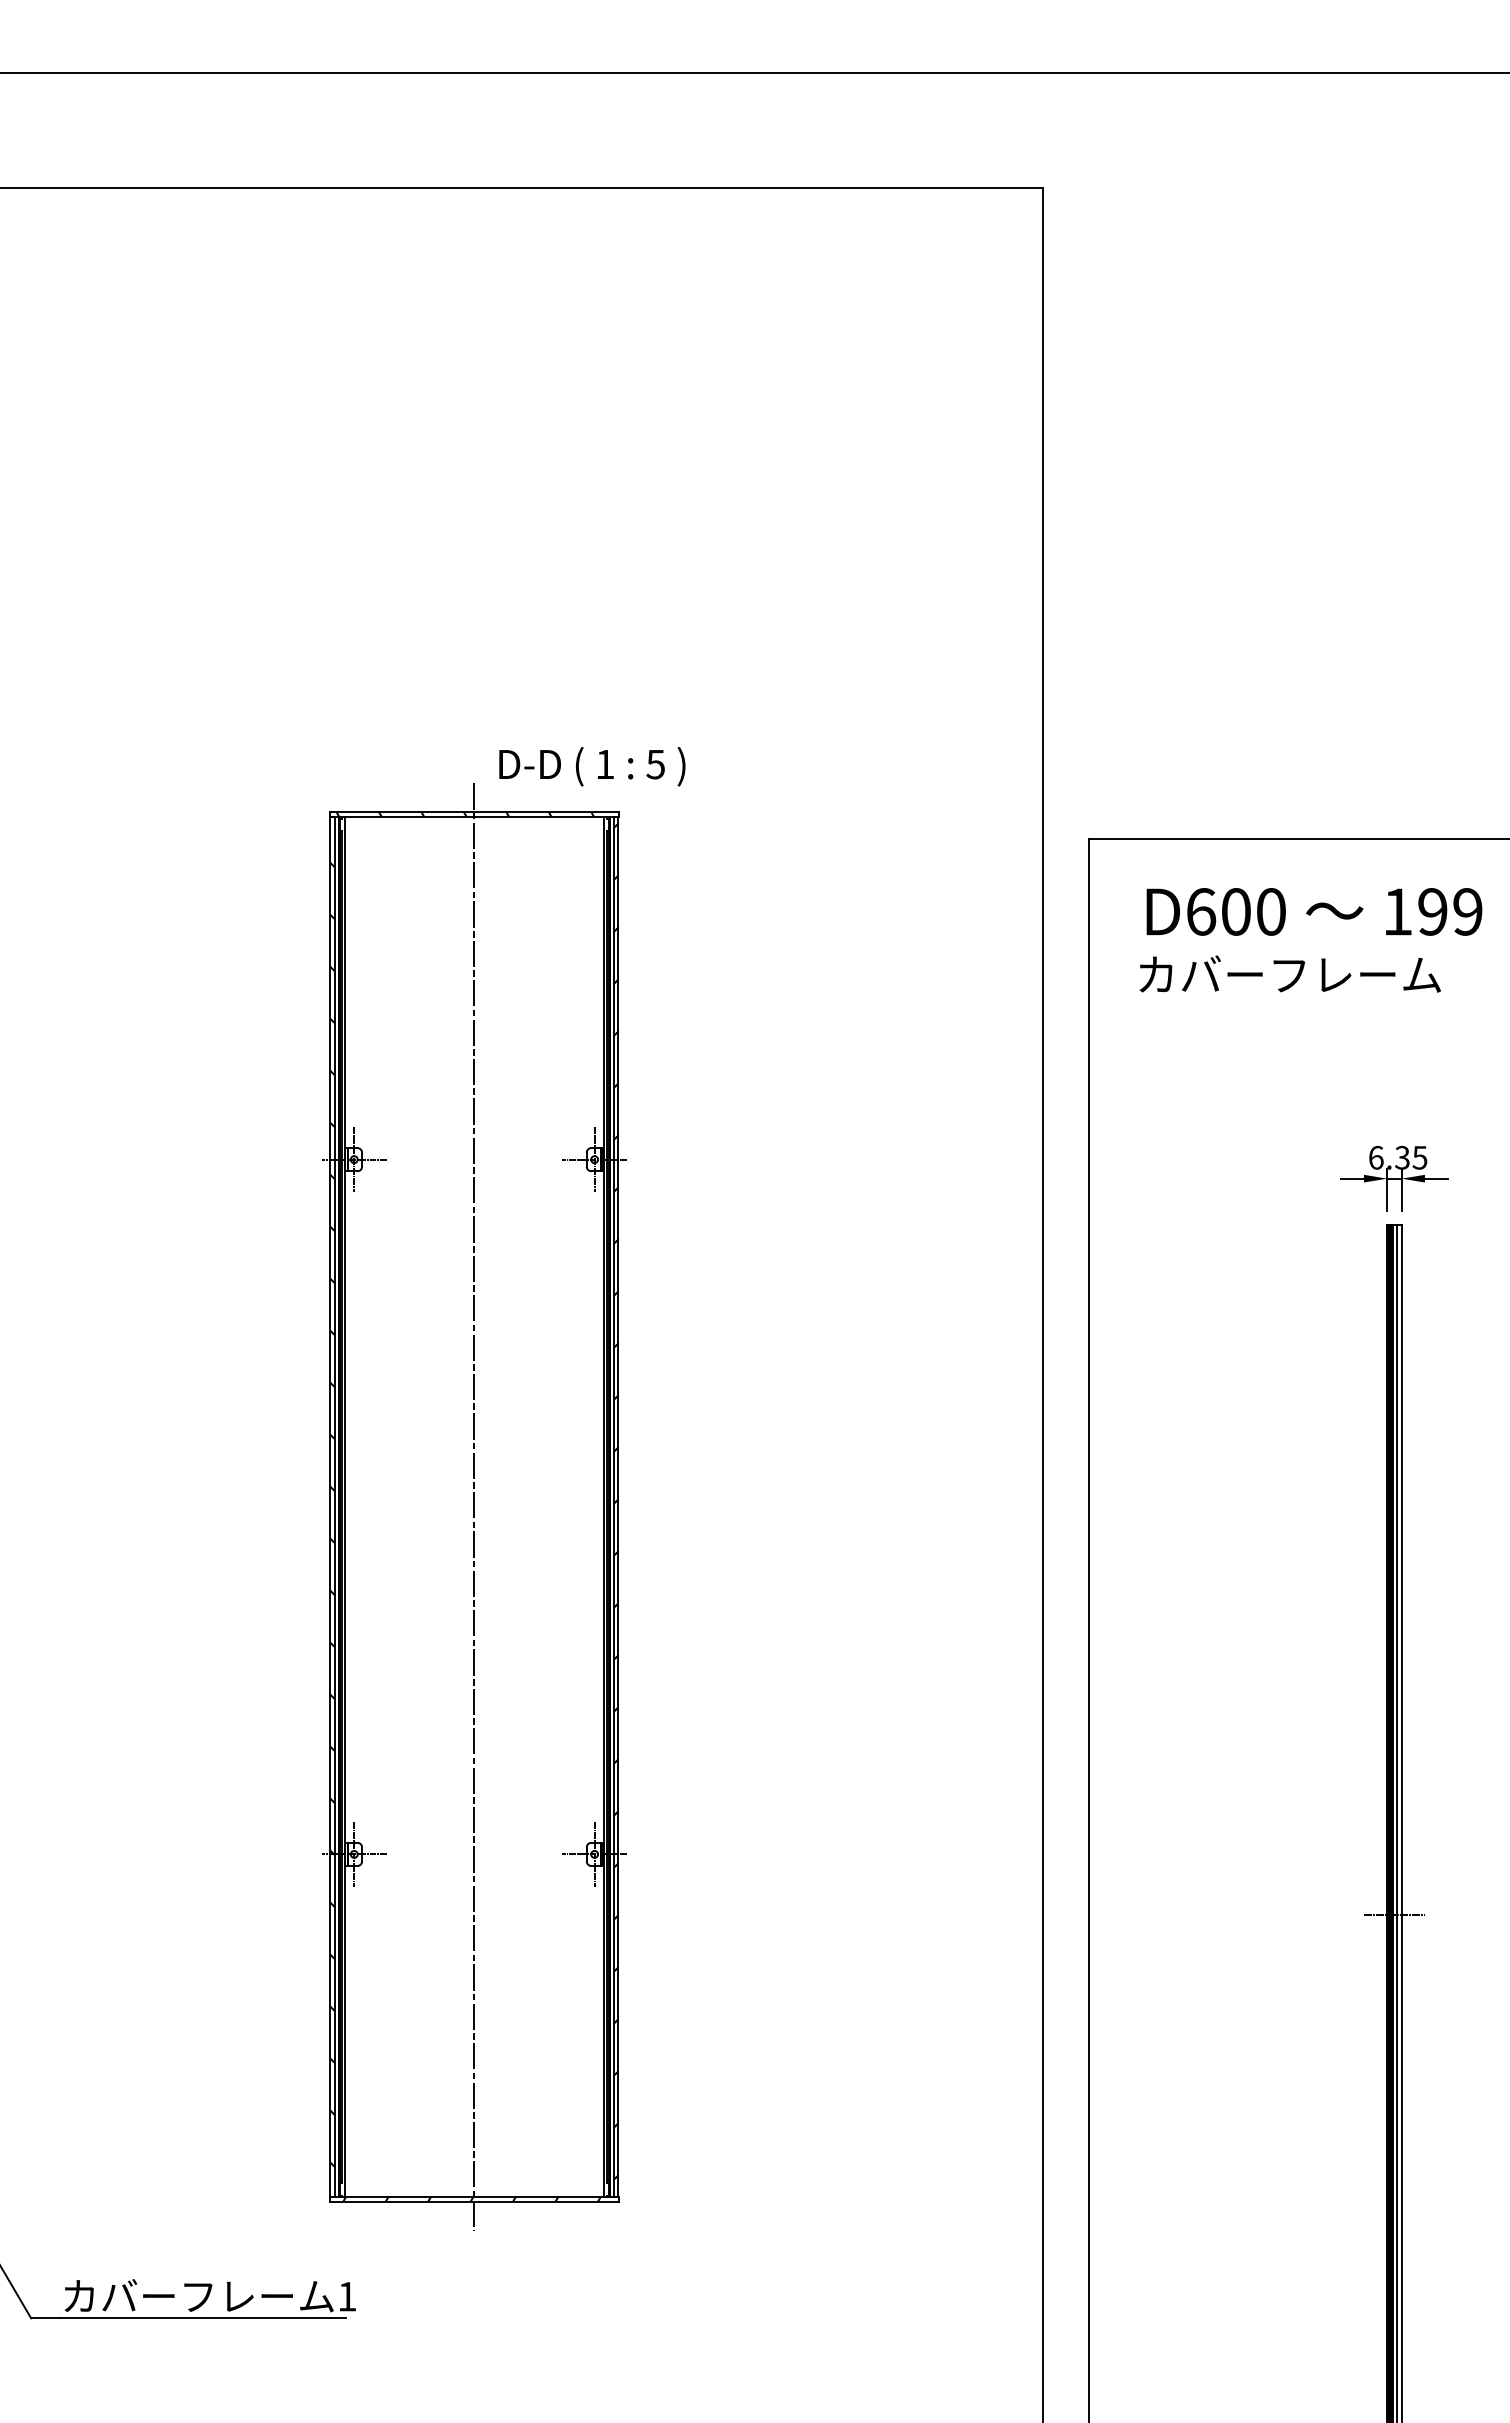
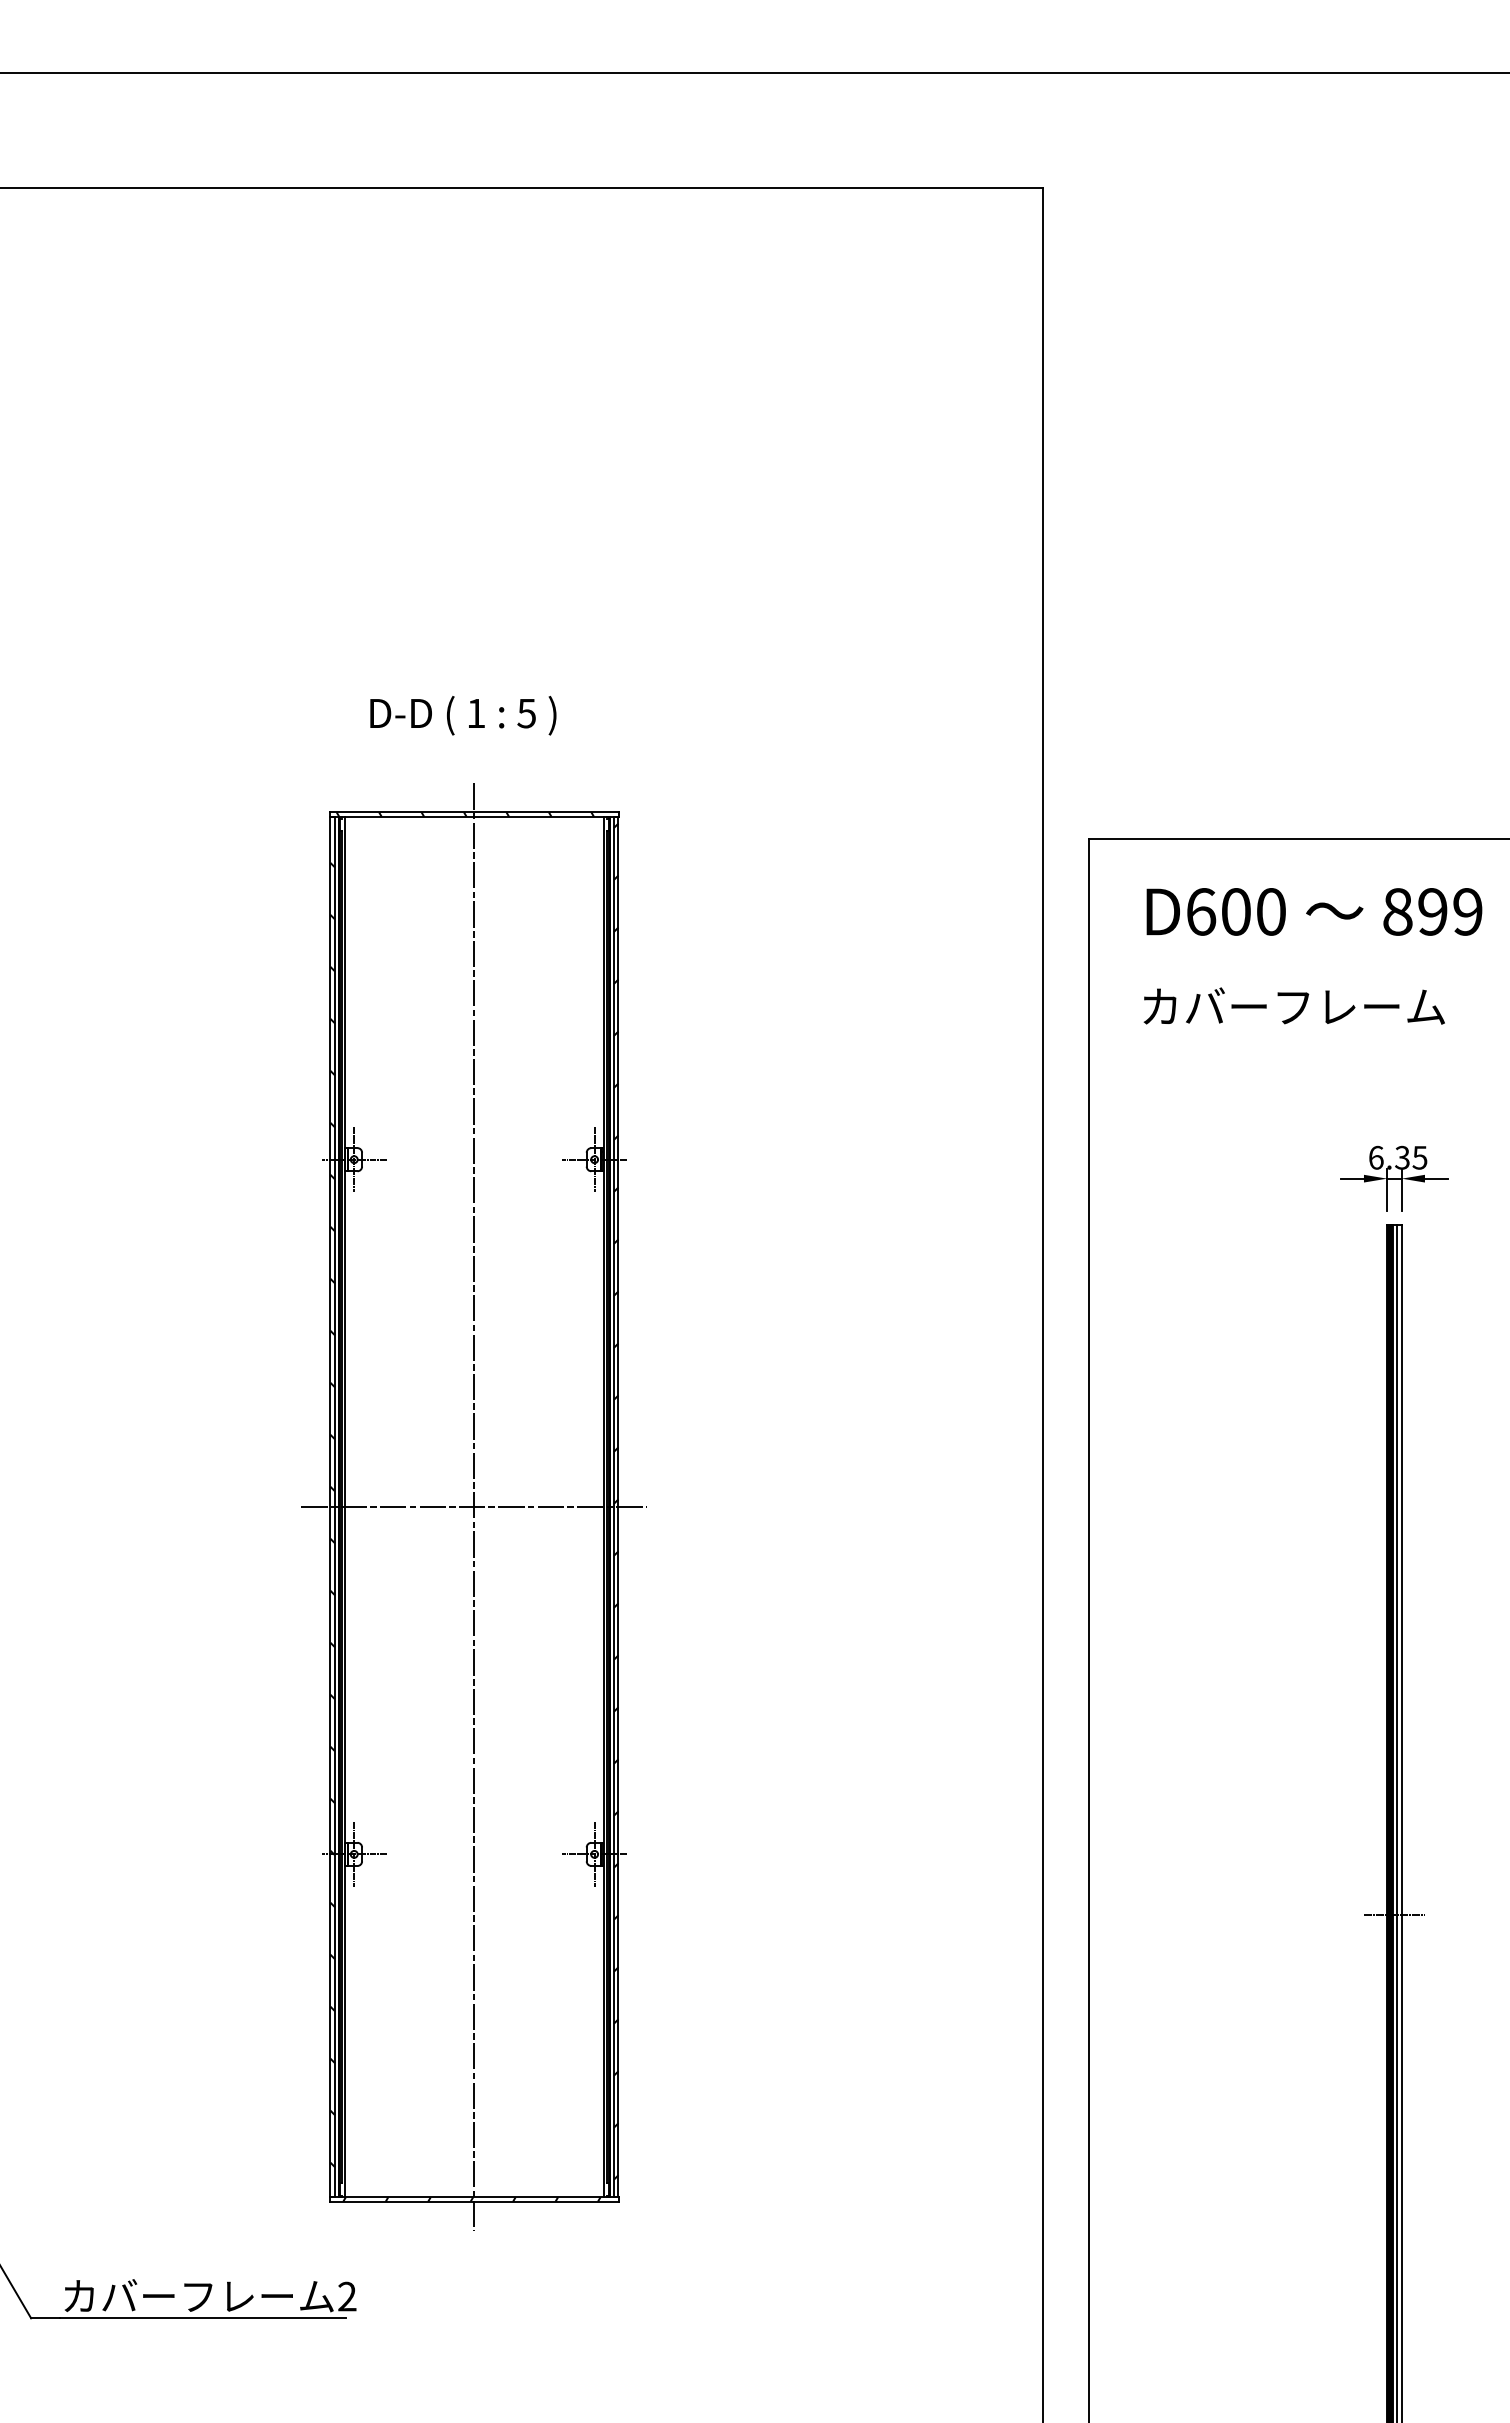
text at (592, 766) position: (592, 766) -> (463, 715)
text at (1397, 911): 199 -> 899
text at (1289, 973) position: (1289, 973) -> (1293, 1005)
line at (474, 1507): none -> present
text at (347, 2296): 1 -> 2
